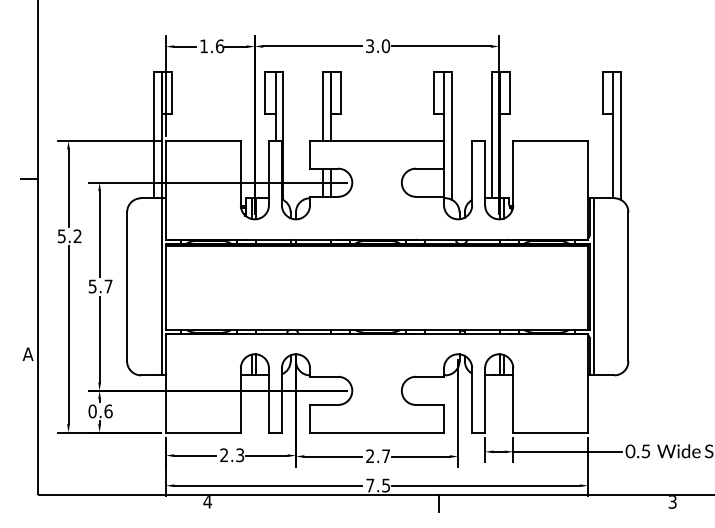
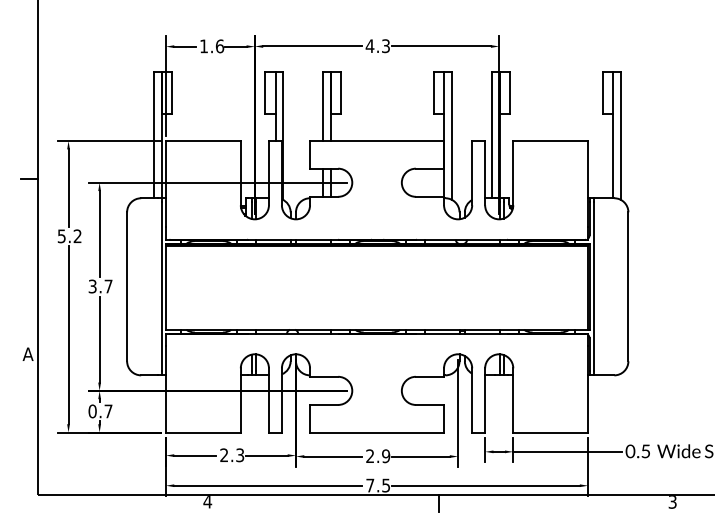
text at (377, 46): 3.0 -> 4.3
text at (92, 285): 5.7 -> 3.7
text at (108, 411): 0.6 -> 0.7
text at (386, 456): 2.7 -> 2.9
